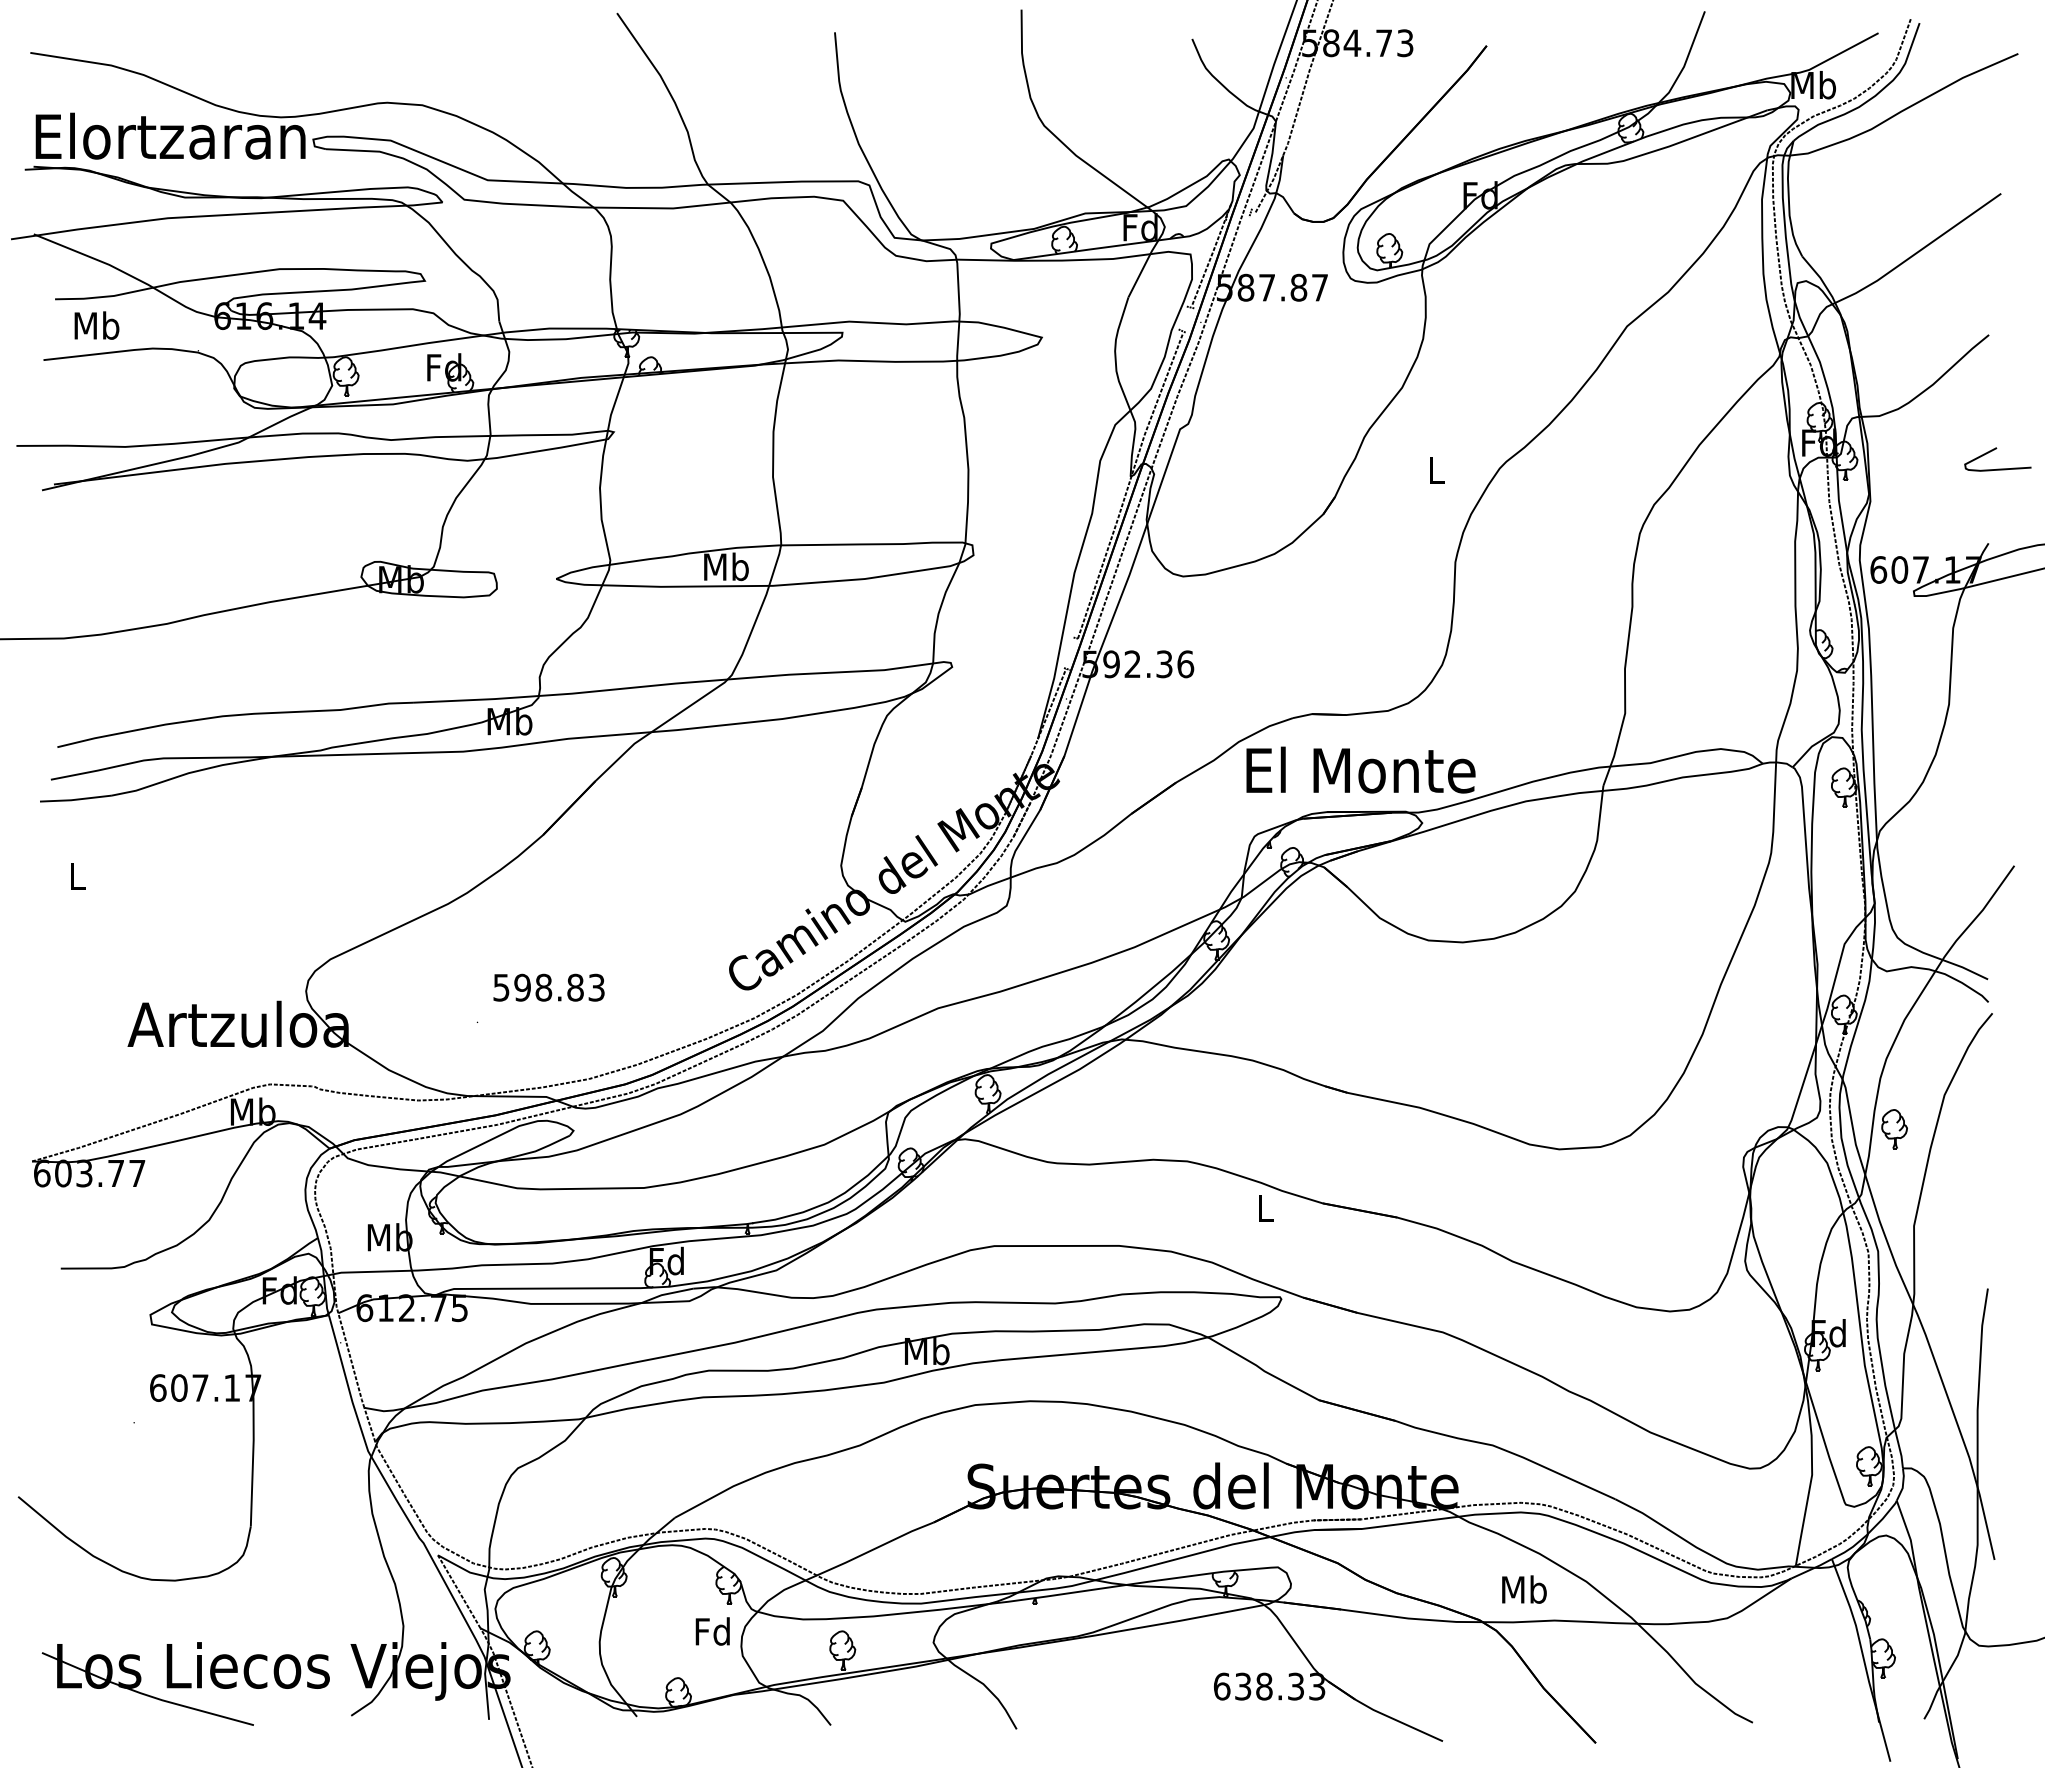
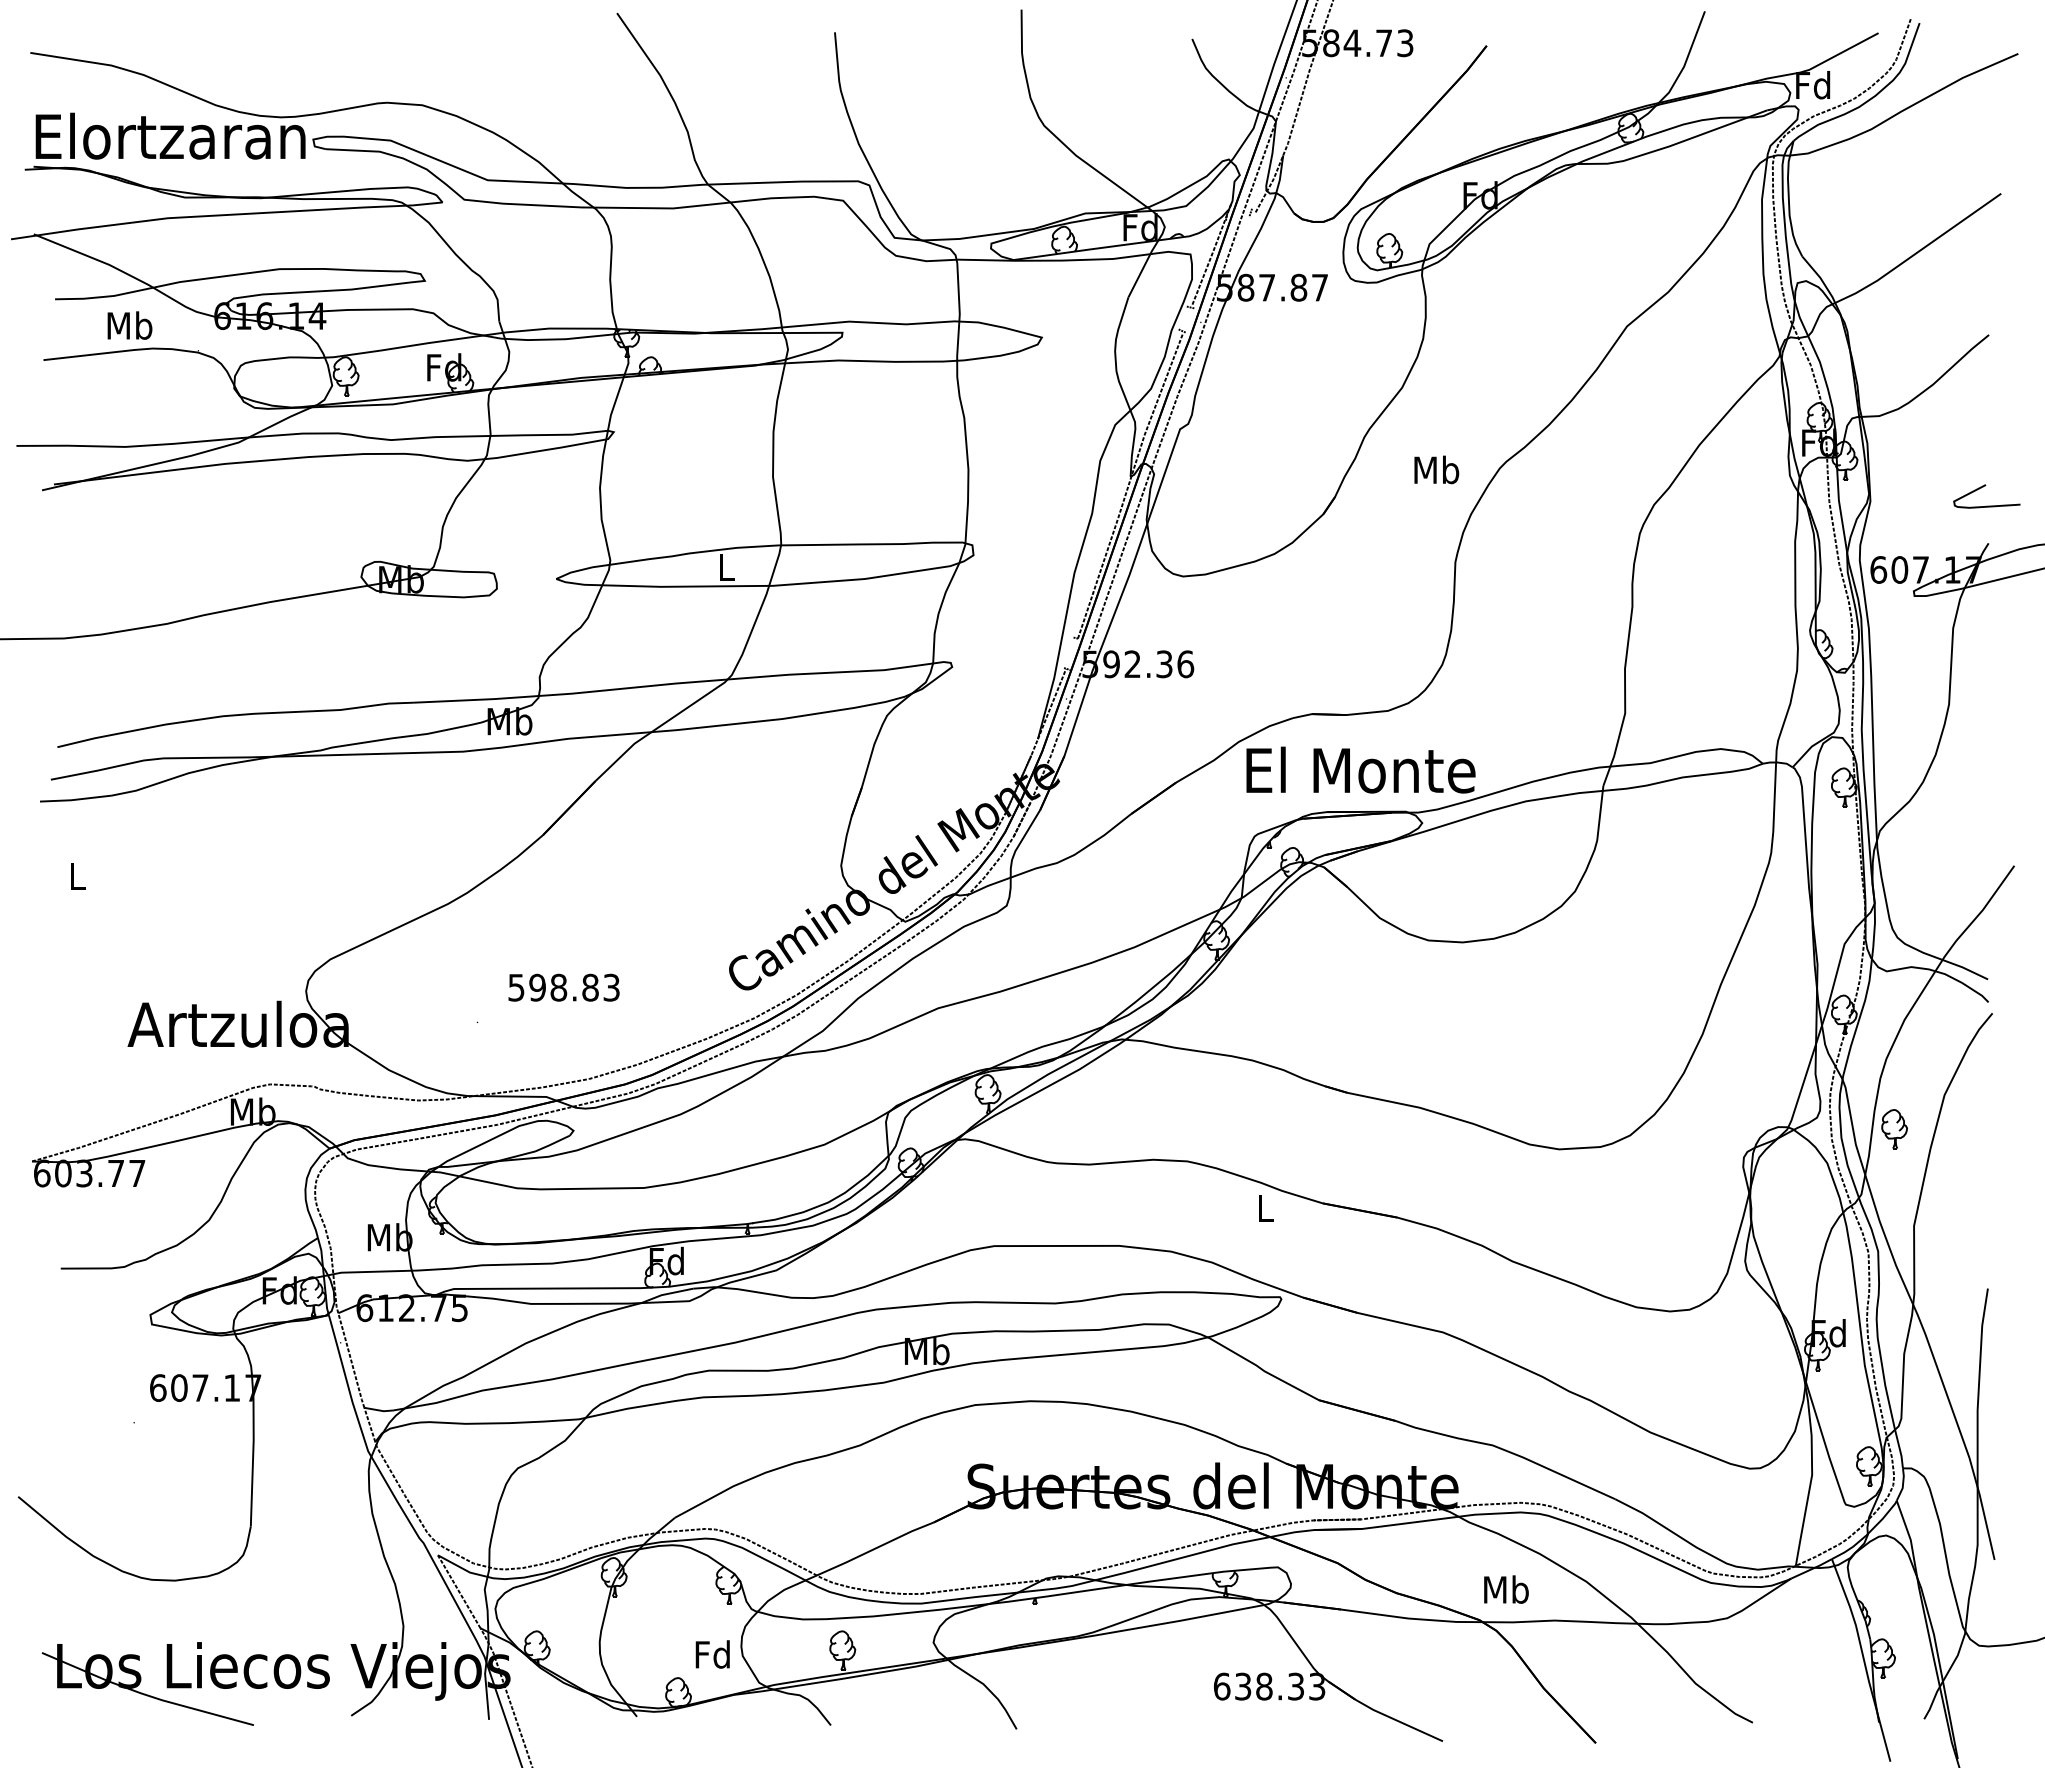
text at (1813, 85): Mb -> Fd
text at (96, 325) position: (96, 325) -> (129, 325)
curve at (1997, 468) position: (1997, 468) -> (1986, 505)
text at (1436, 469): L -> Mb
text at (726, 566): Mb -> L
text at (548, 987) position: (548, 987) -> (563, 987)
text at (1524, 1589) position: (1524, 1589) -> (1506, 1589)
text at (712, 1631) position: (712, 1631) -> (712, 1654)
